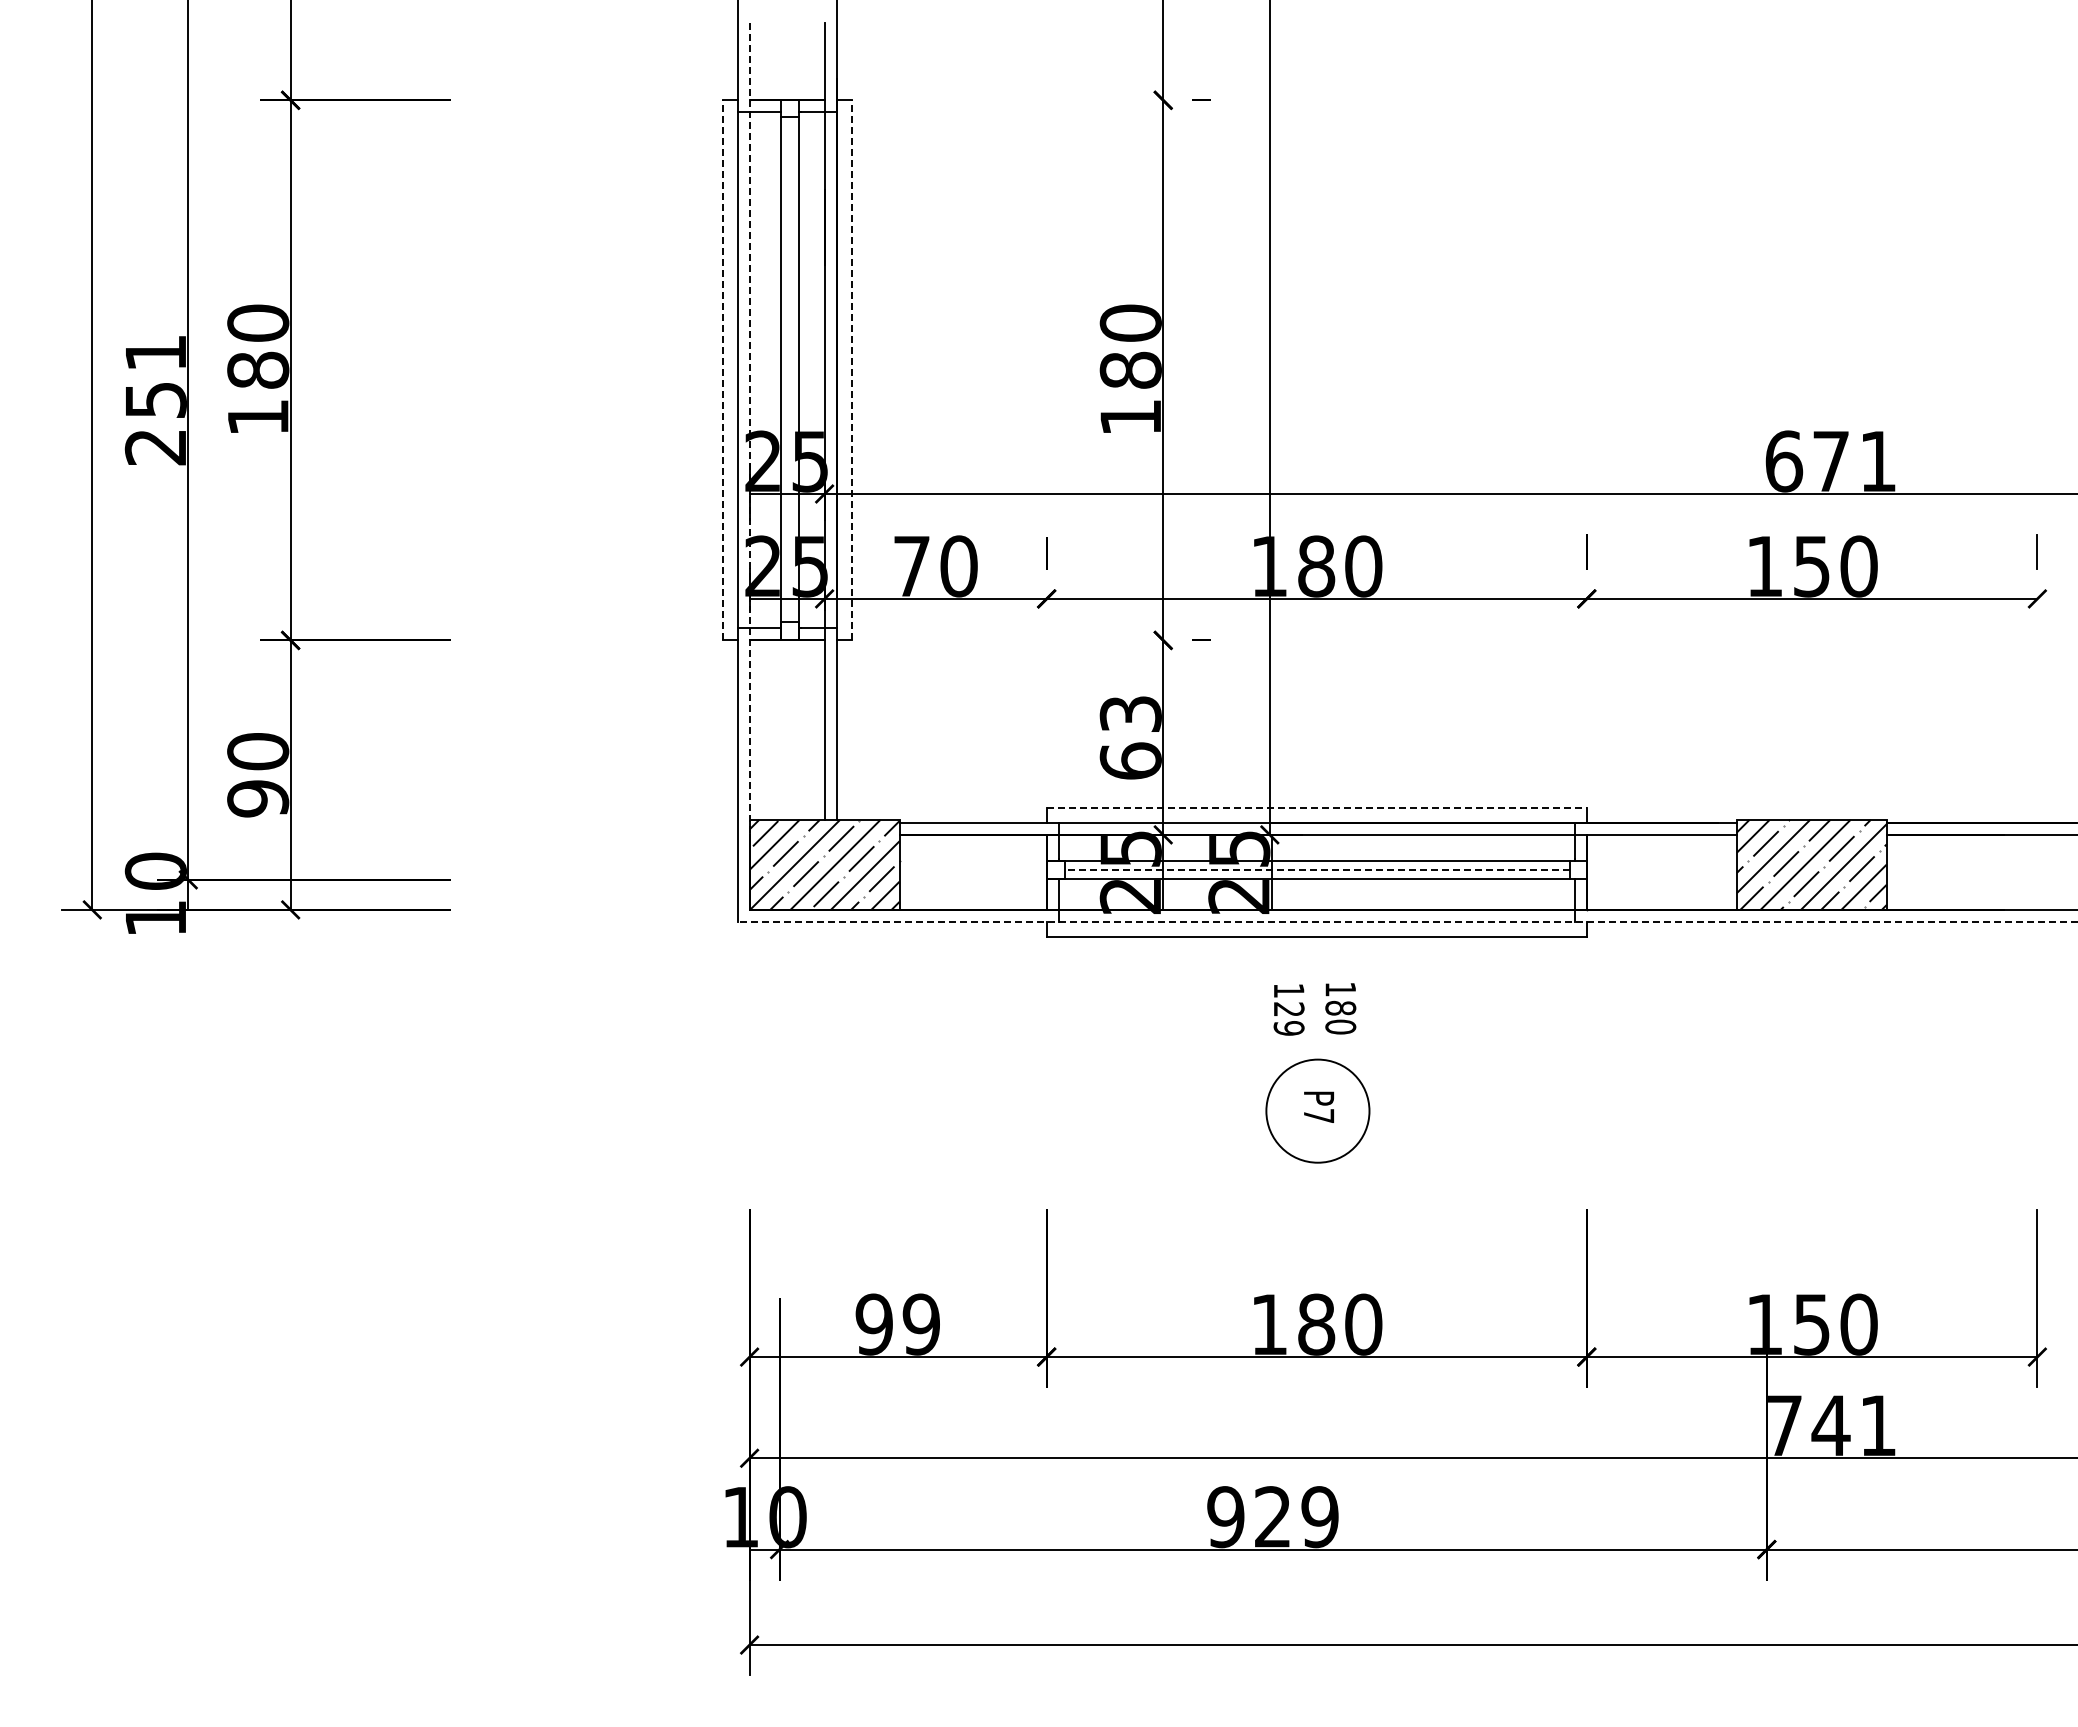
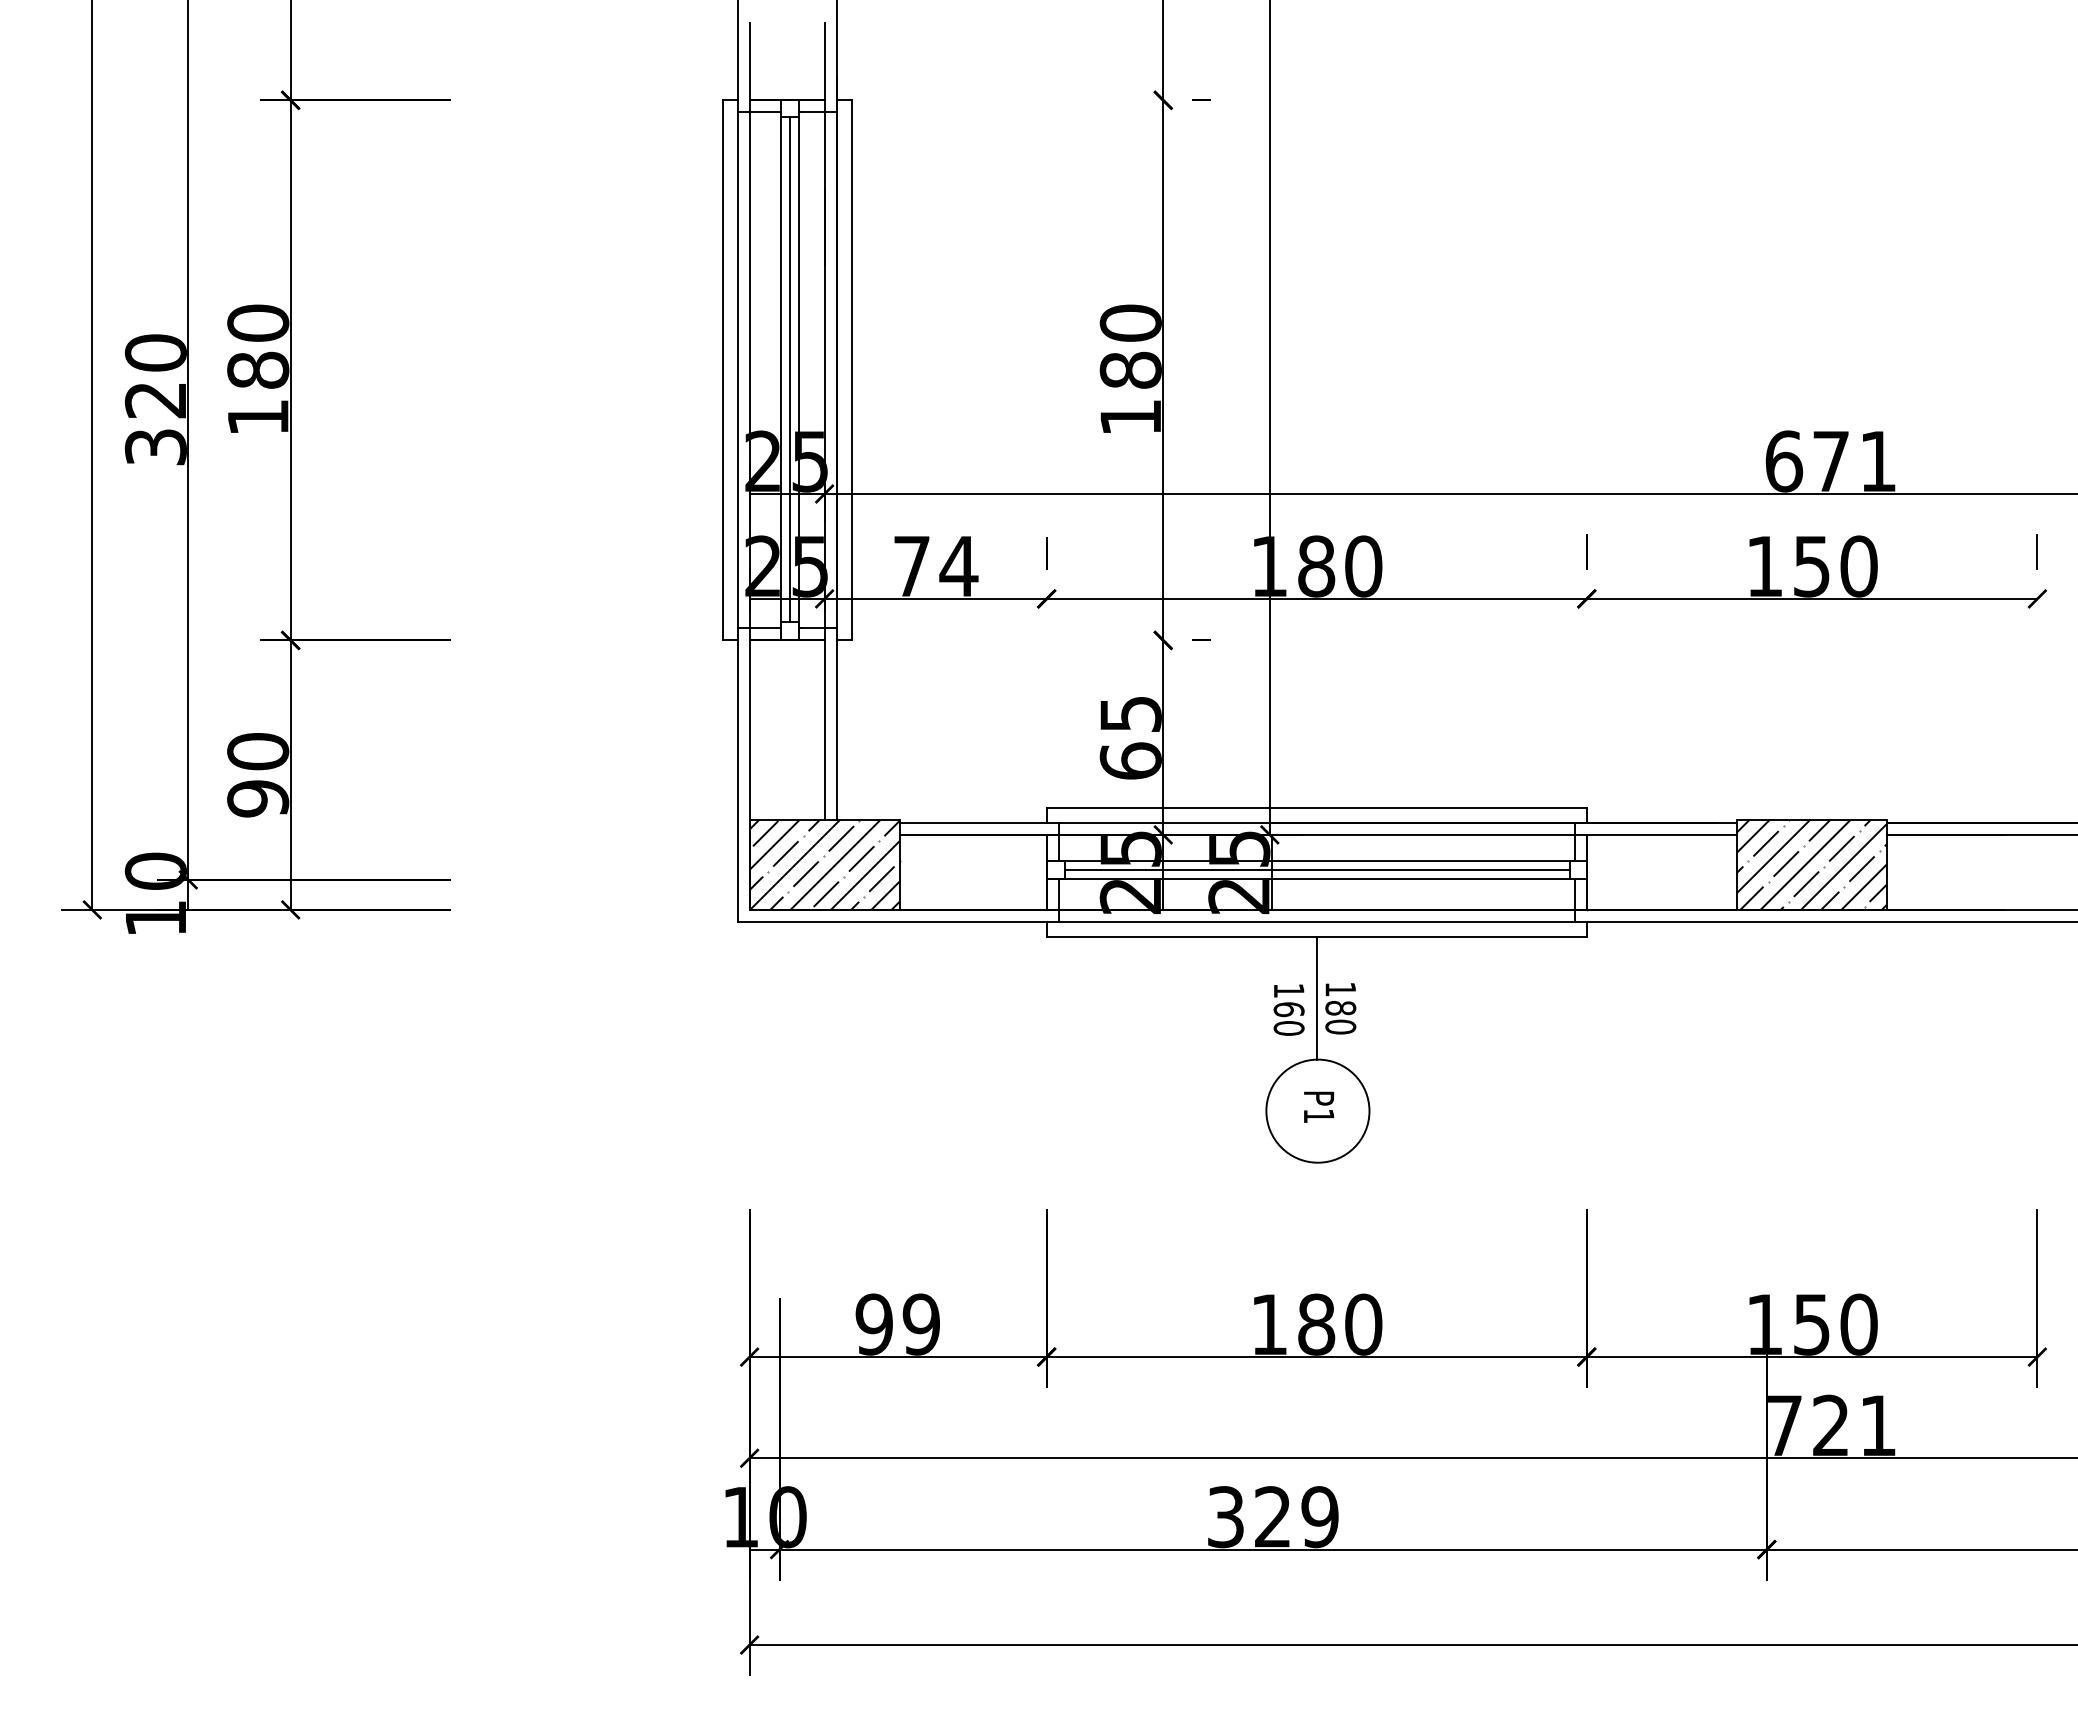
line at (722, 369): dashed -> solid
line at (789, 369): none -> present
line at (851, 369): dashed -> solid
text at (155, 399): 251 -> 320
line at (749, 466): dashed -> solid
text at (958, 566): 70 -> 74
text at (1130, 713): 63 -> 65
line at (1317, 807): dashed -> solid
line at (1317, 869): dashed -> solid
line at (1407, 921): dashed -> solid
line at (1316, 997): none -> present
text at (1288, 1018): 129 -> 160
text at (1319, 1115): P7 -> P1
text at (1830, 1424): 741 -> 721
text at (1225, 1517): 929 -> 329
